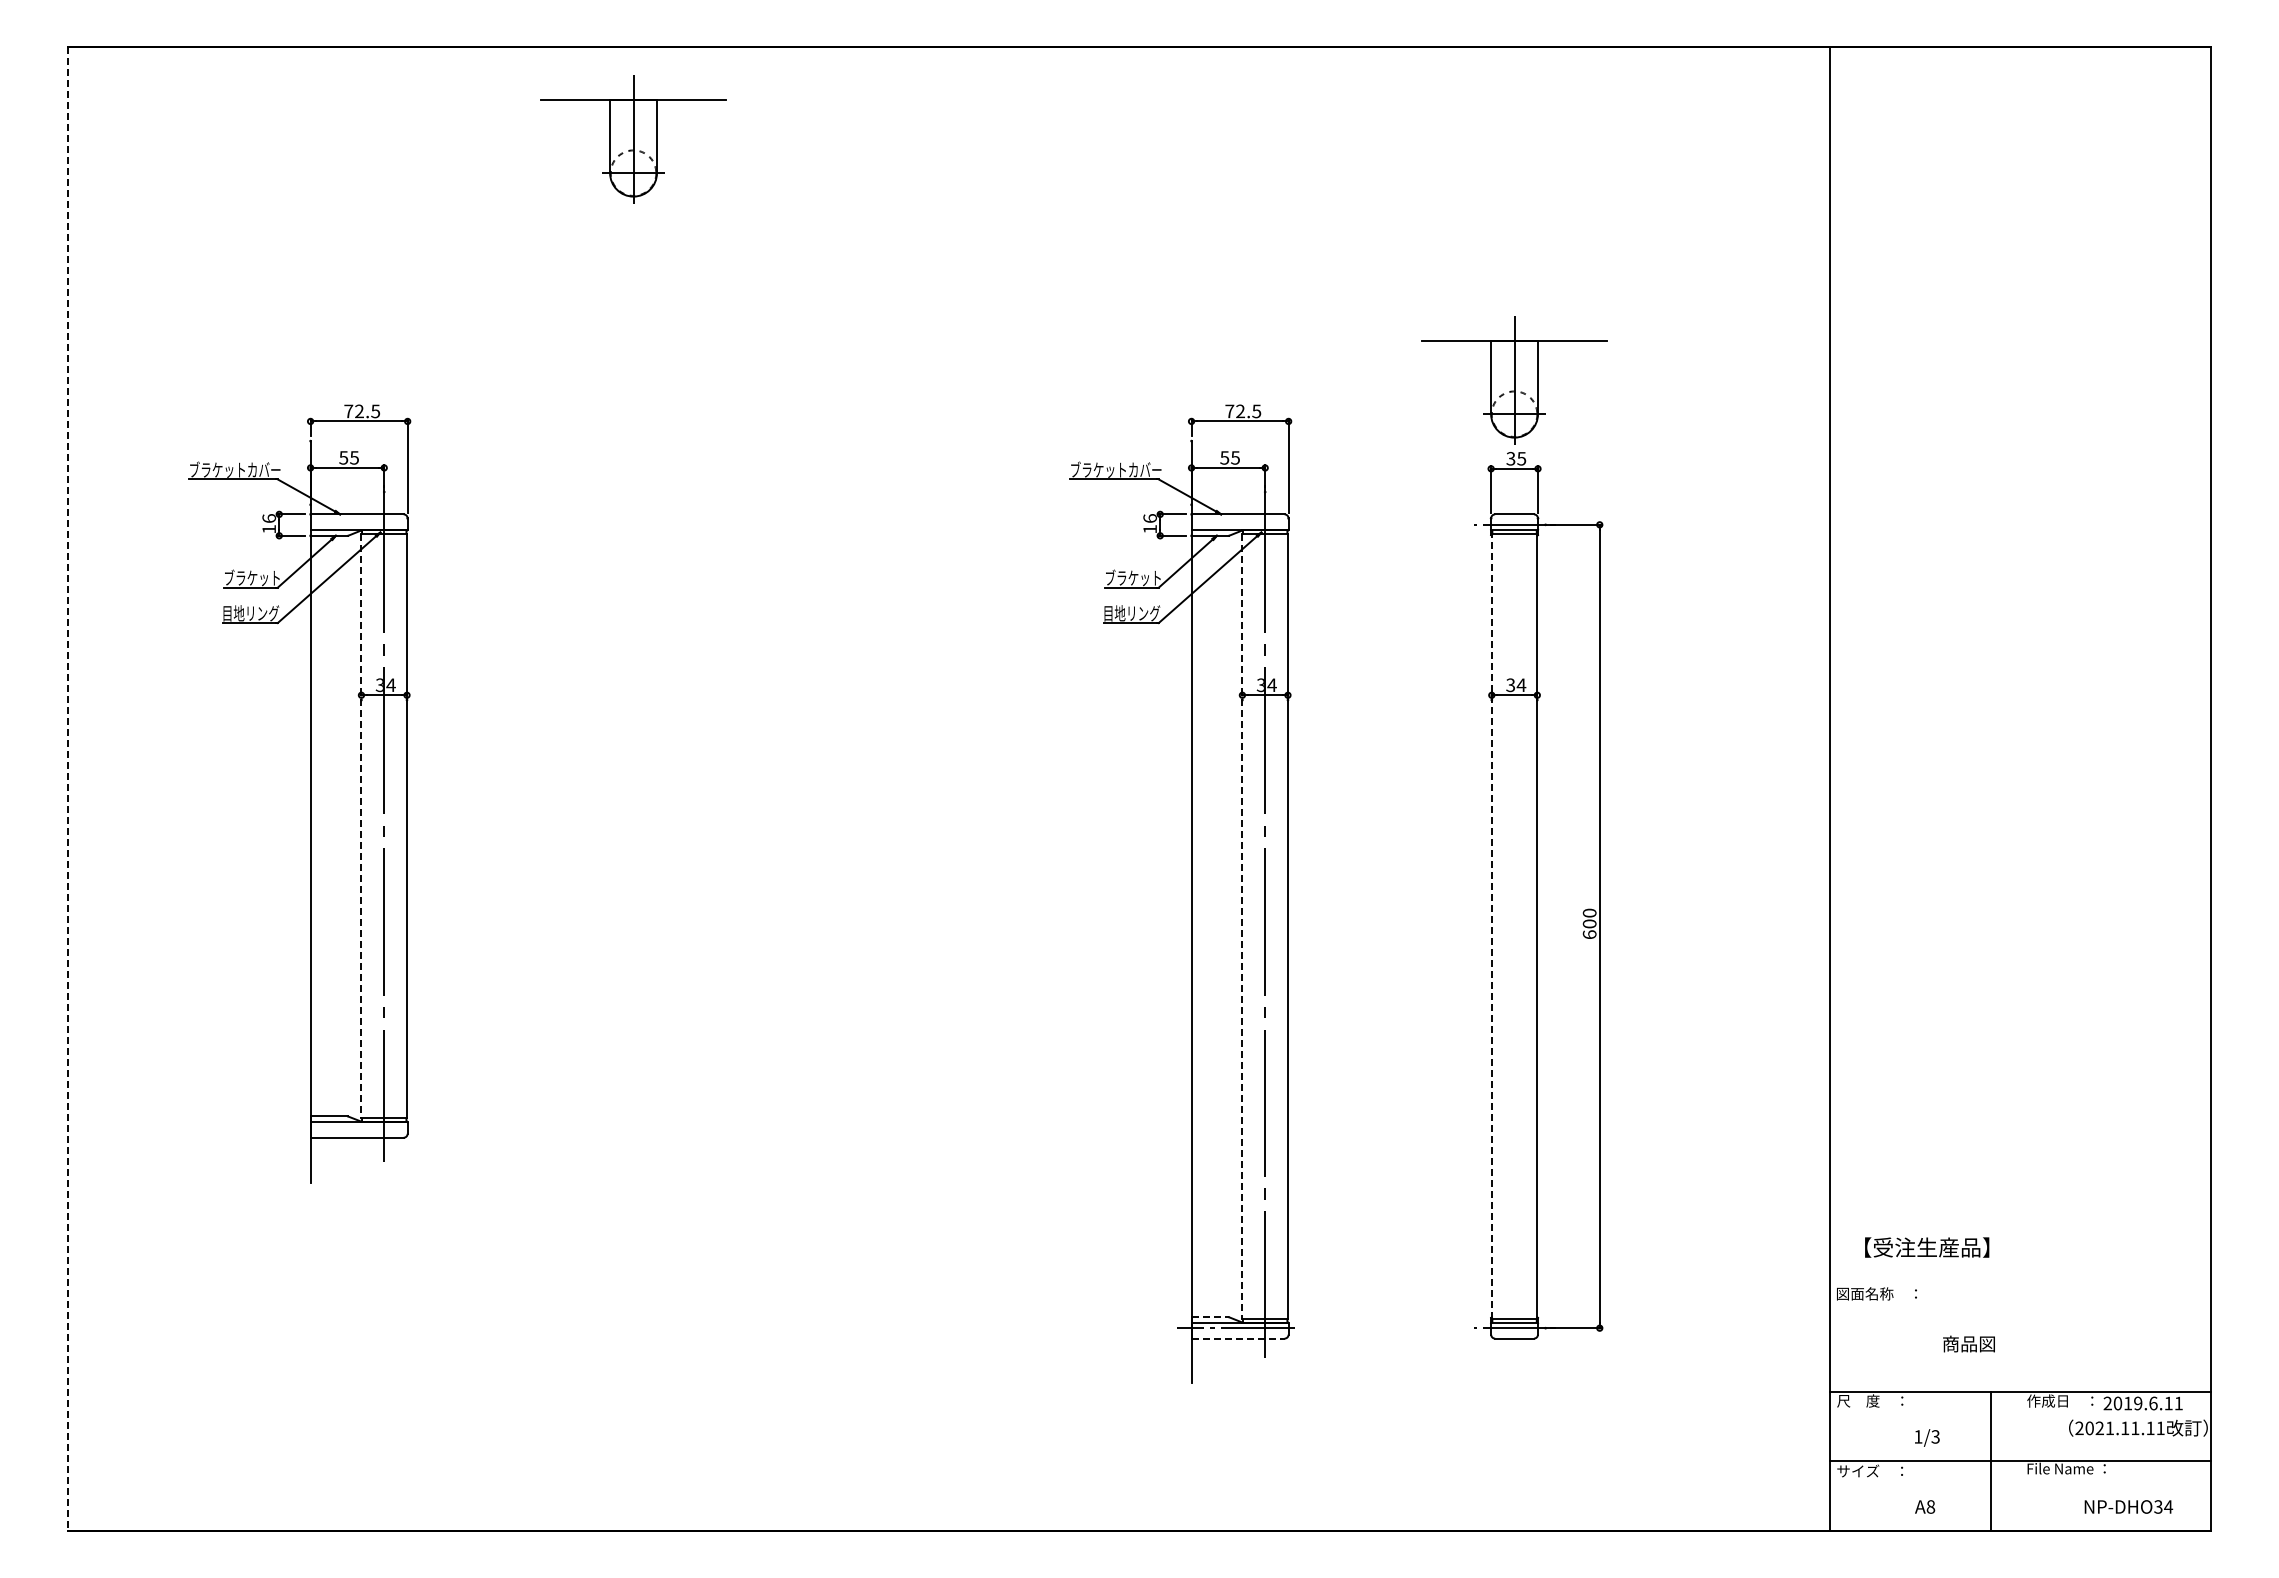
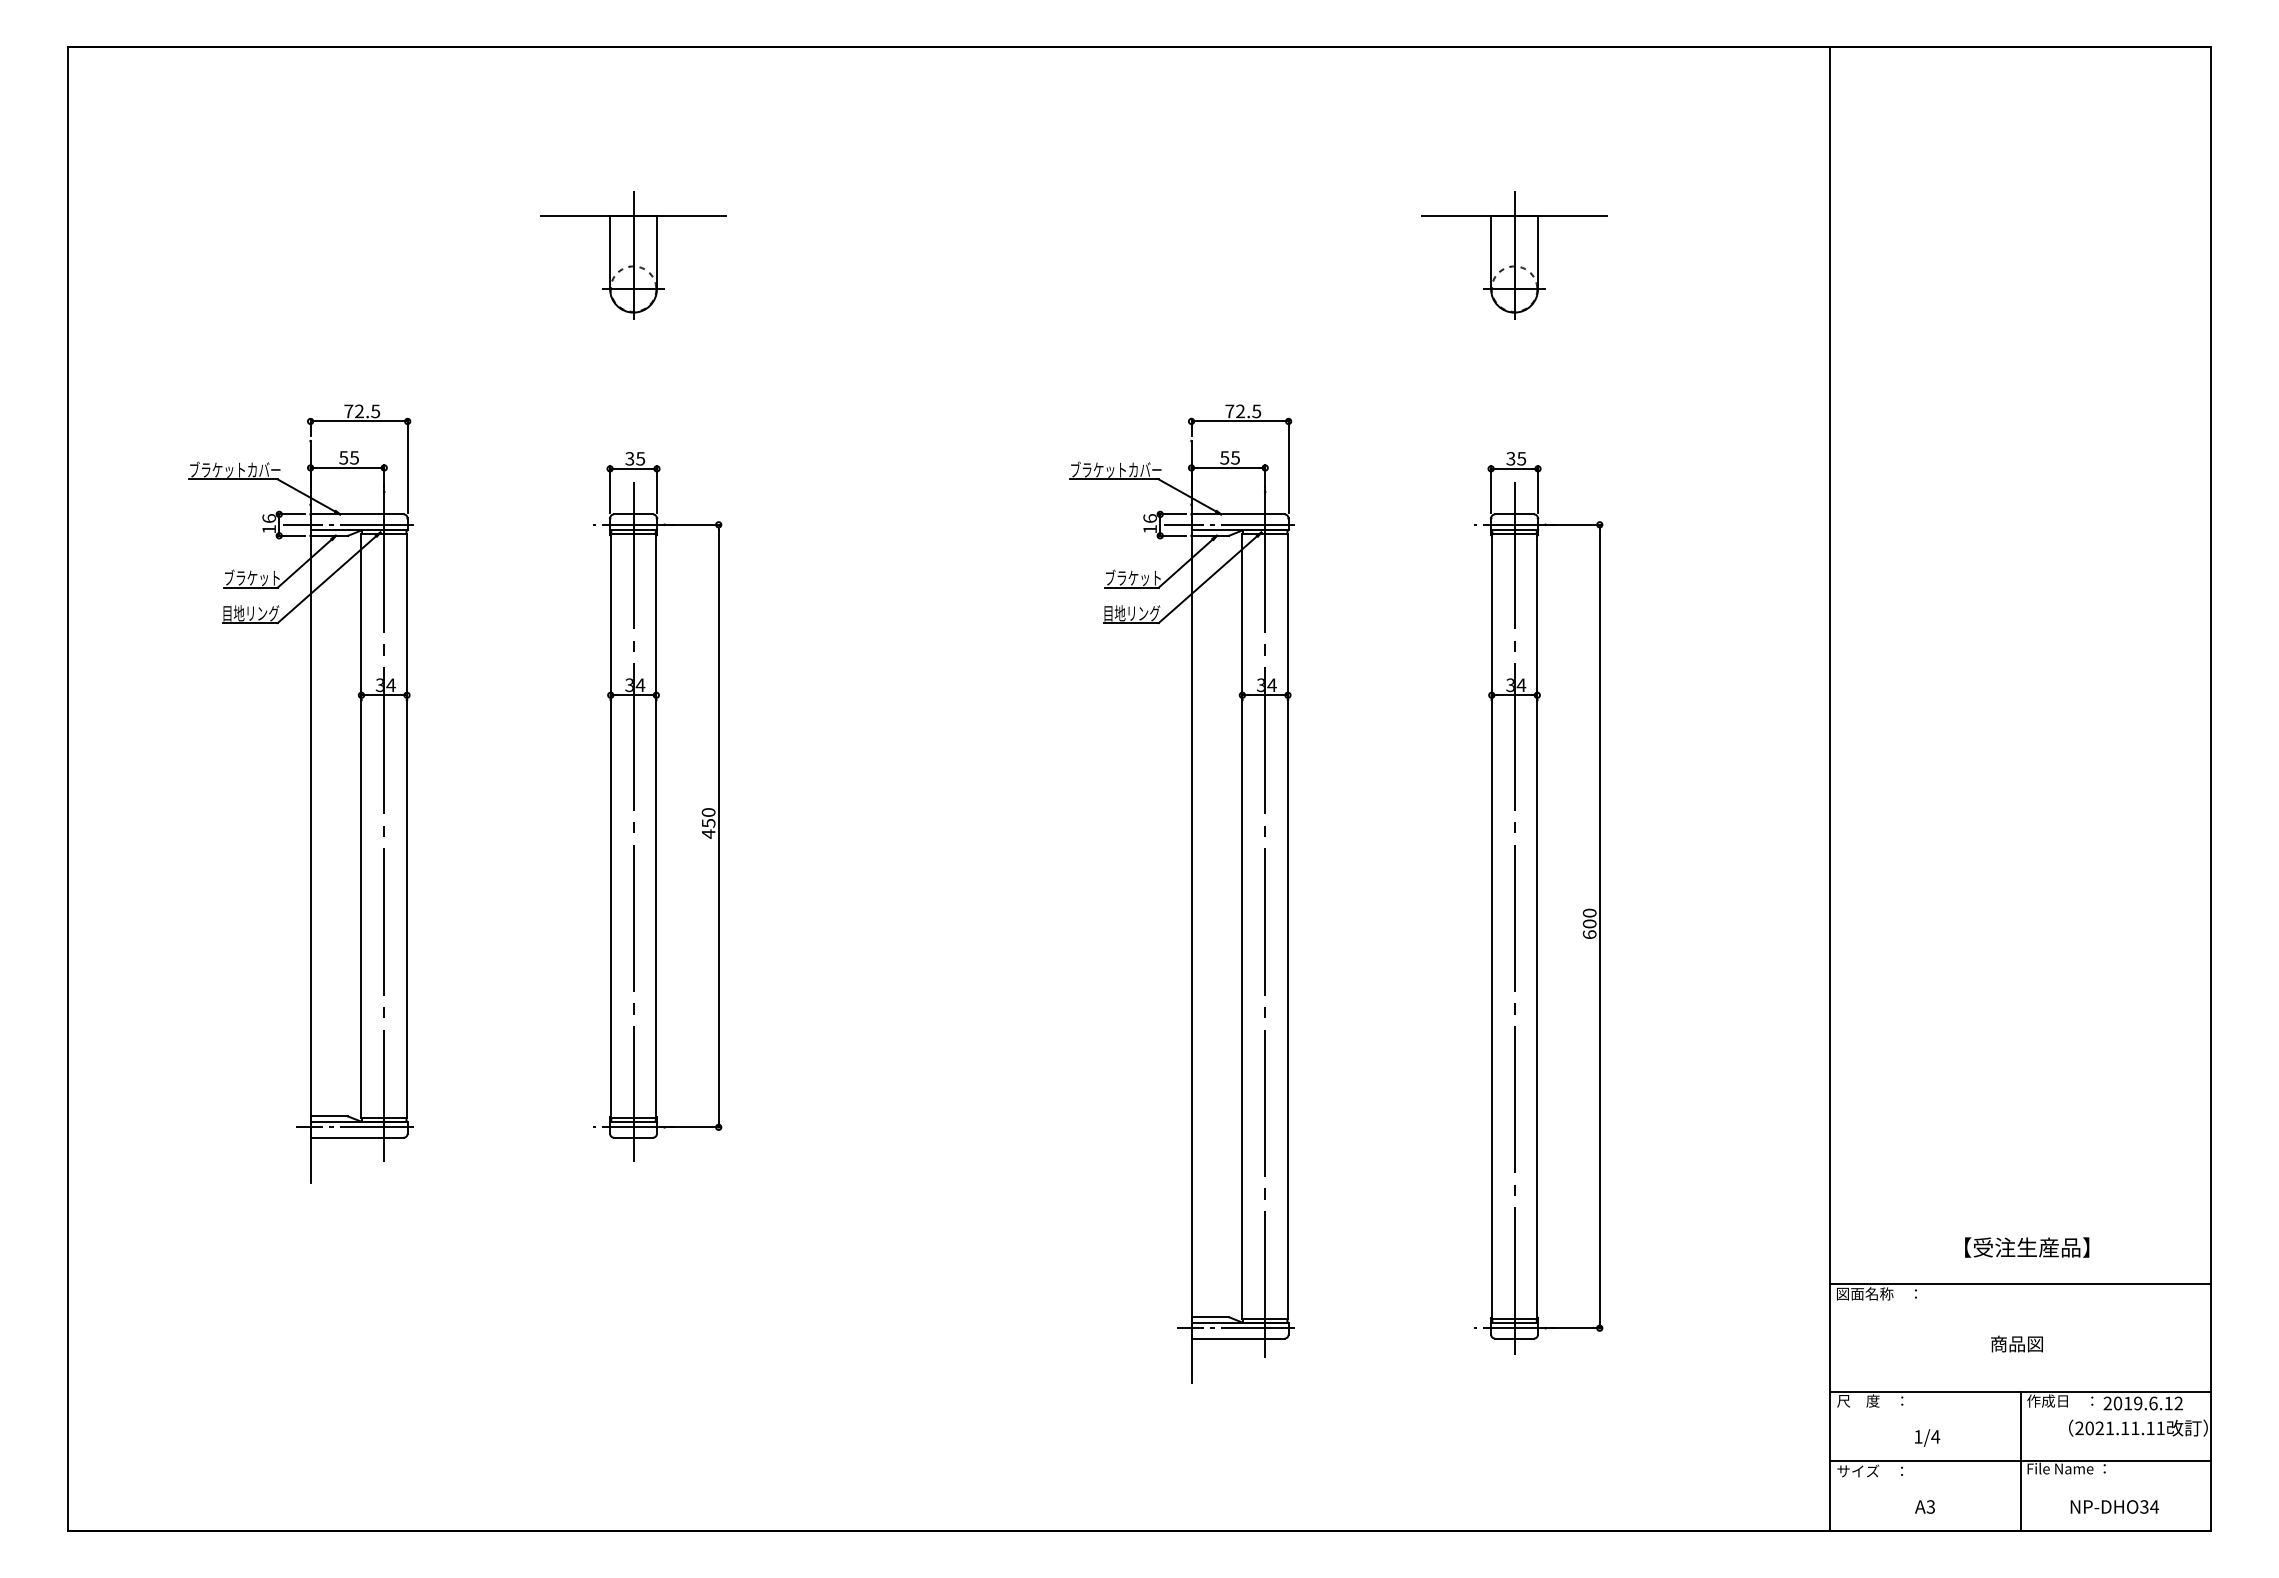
part at (633, 139) position: (633, 139) -> (633, 255)
part at (1514, 380) position: (1514, 380) -> (1514, 255)
line at (347, 524): none -> present
line at (1228, 524): none -> present
line at (68, 788): dashed -> solid
part at (657, 806): none -> present
line at (361, 826): dashed -> solid
line at (1514, 921): none -> present
line at (1491, 926): dashed -> solid
line at (1242, 927): dashed -> solid
line at (354, 1127): none -> present
text at (1927, 1247) position: (1927, 1247) -> (2027, 1247)
line at (2020, 1284): none -> present
line at (1210, 1317): dashed -> solid
line at (1238, 1338): dashed -> solid
text at (1968, 1343) position: (1968, 1343) -> (2016, 1343)
text at (2178, 1402): 2019.6.11 -> 2019.6.12
text at (1935, 1436): 1/3 -> 1/4
line at (1990, 1460) position: (1990, 1460) -> (2020, 1460)
text at (1930, 1506): A8 -> A3
text at (2128, 1506) position: (2128, 1506) -> (2114, 1506)
